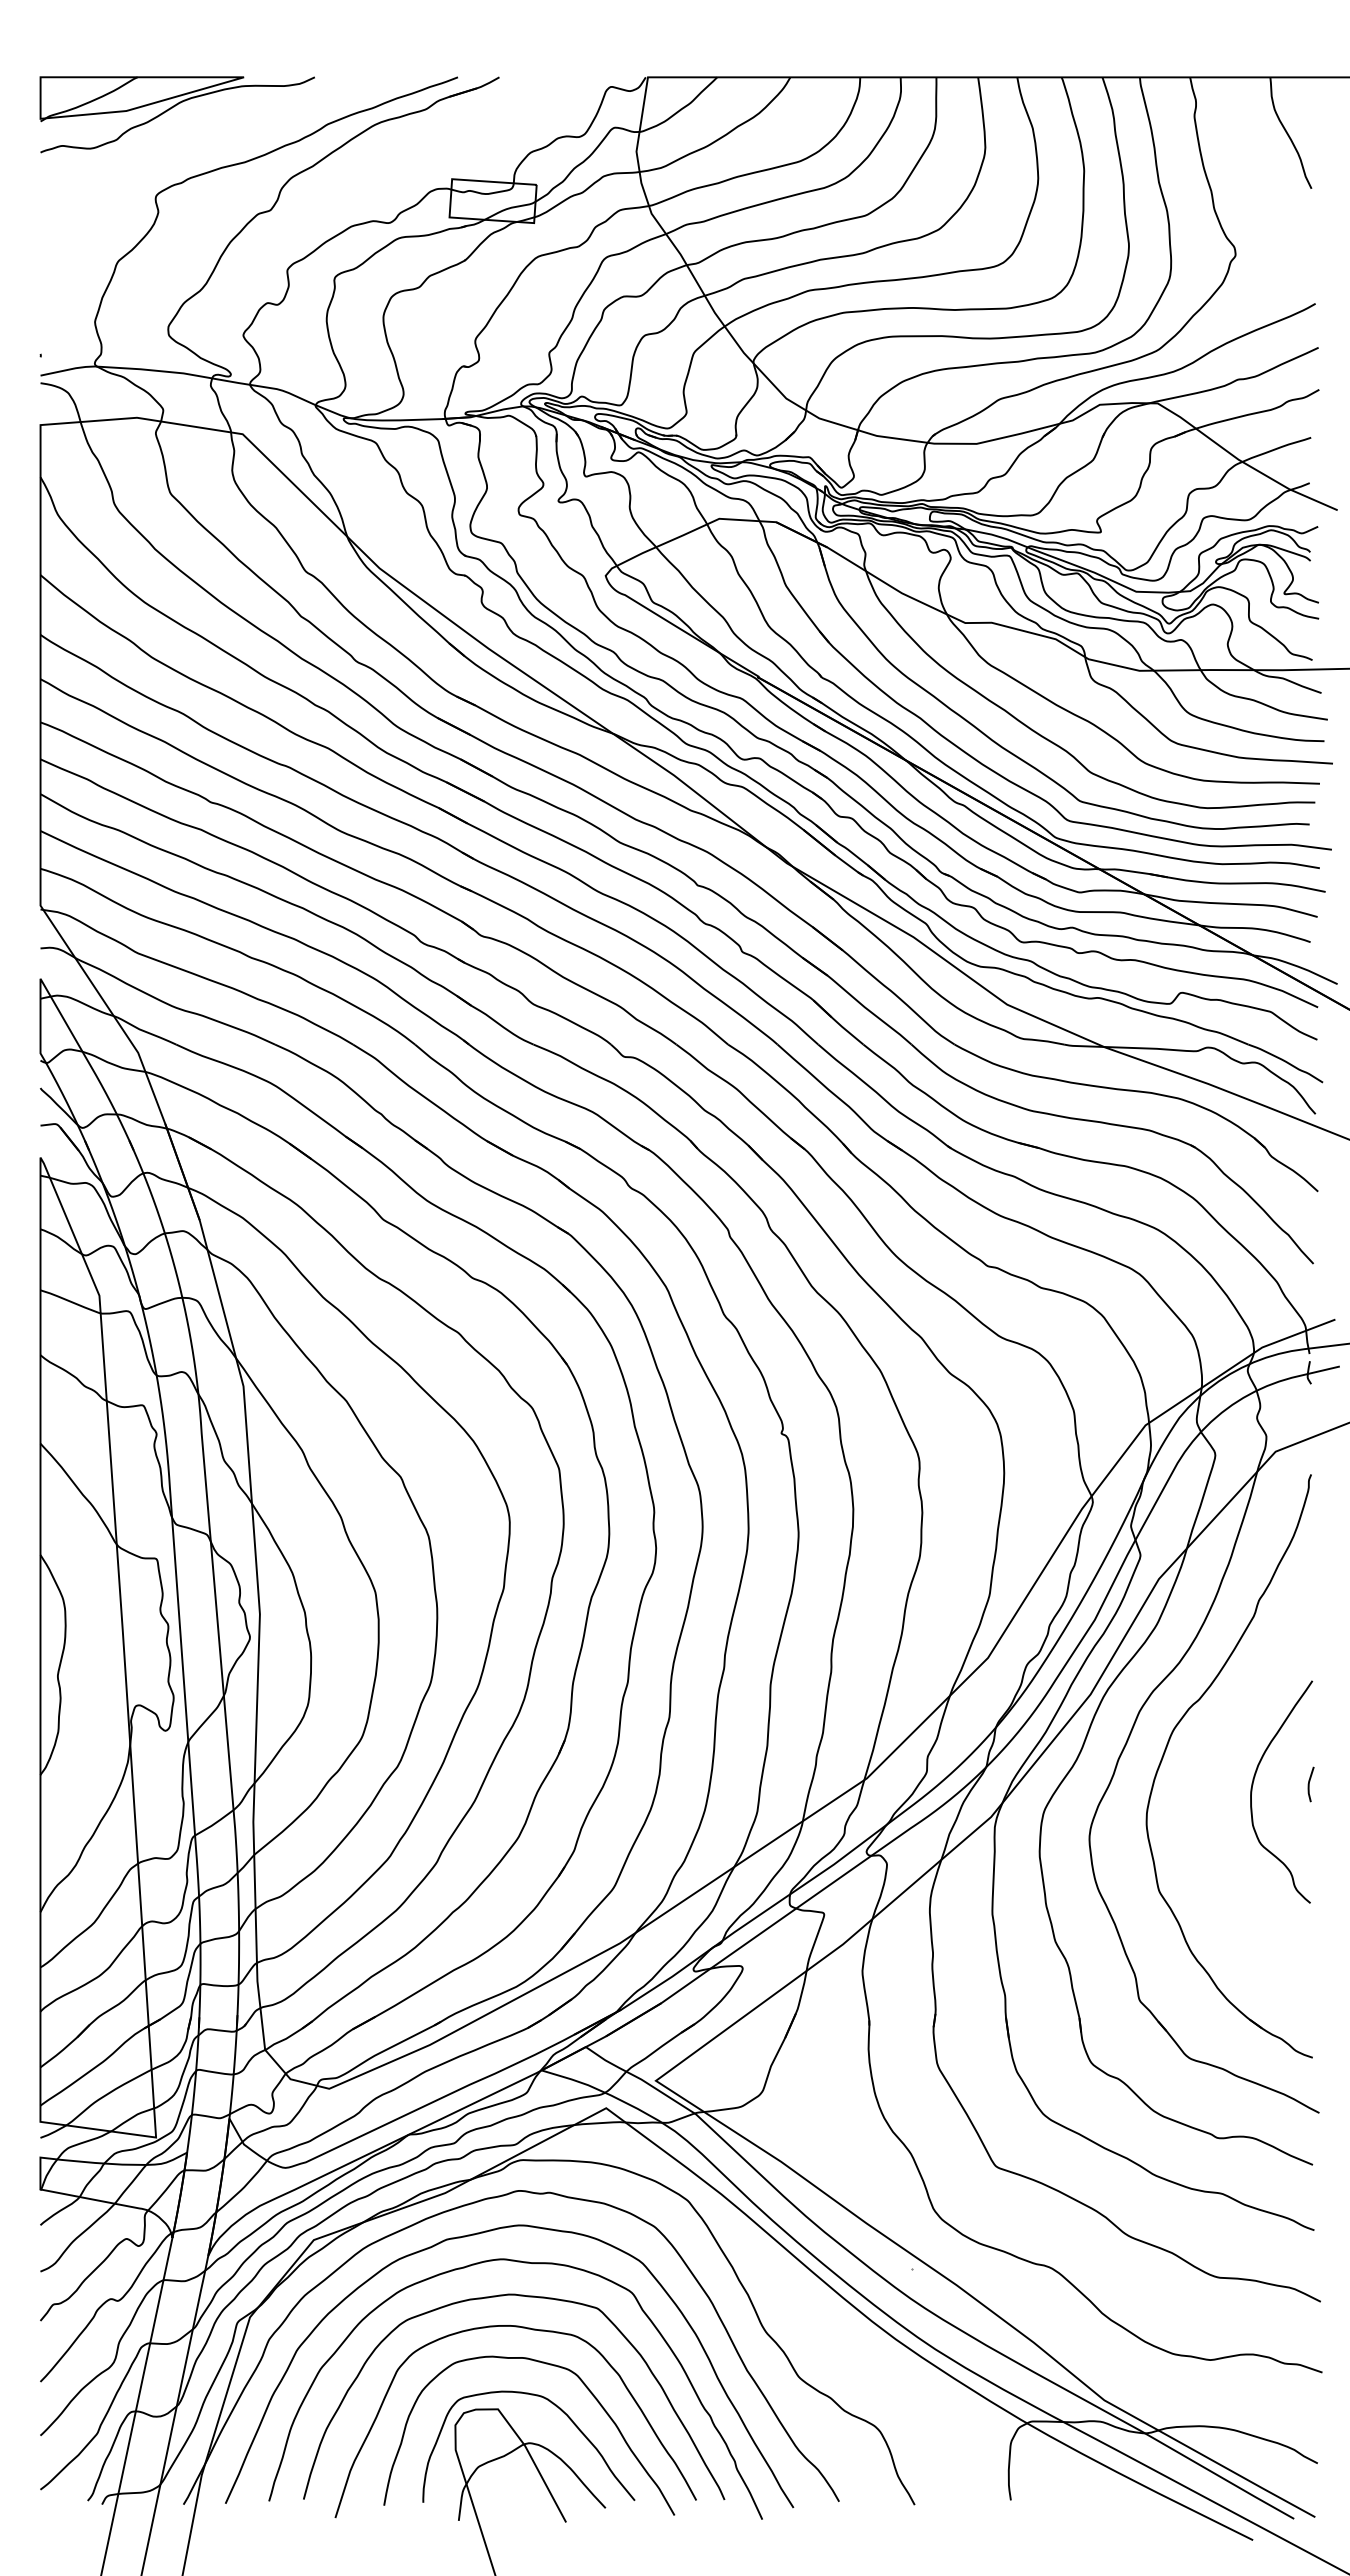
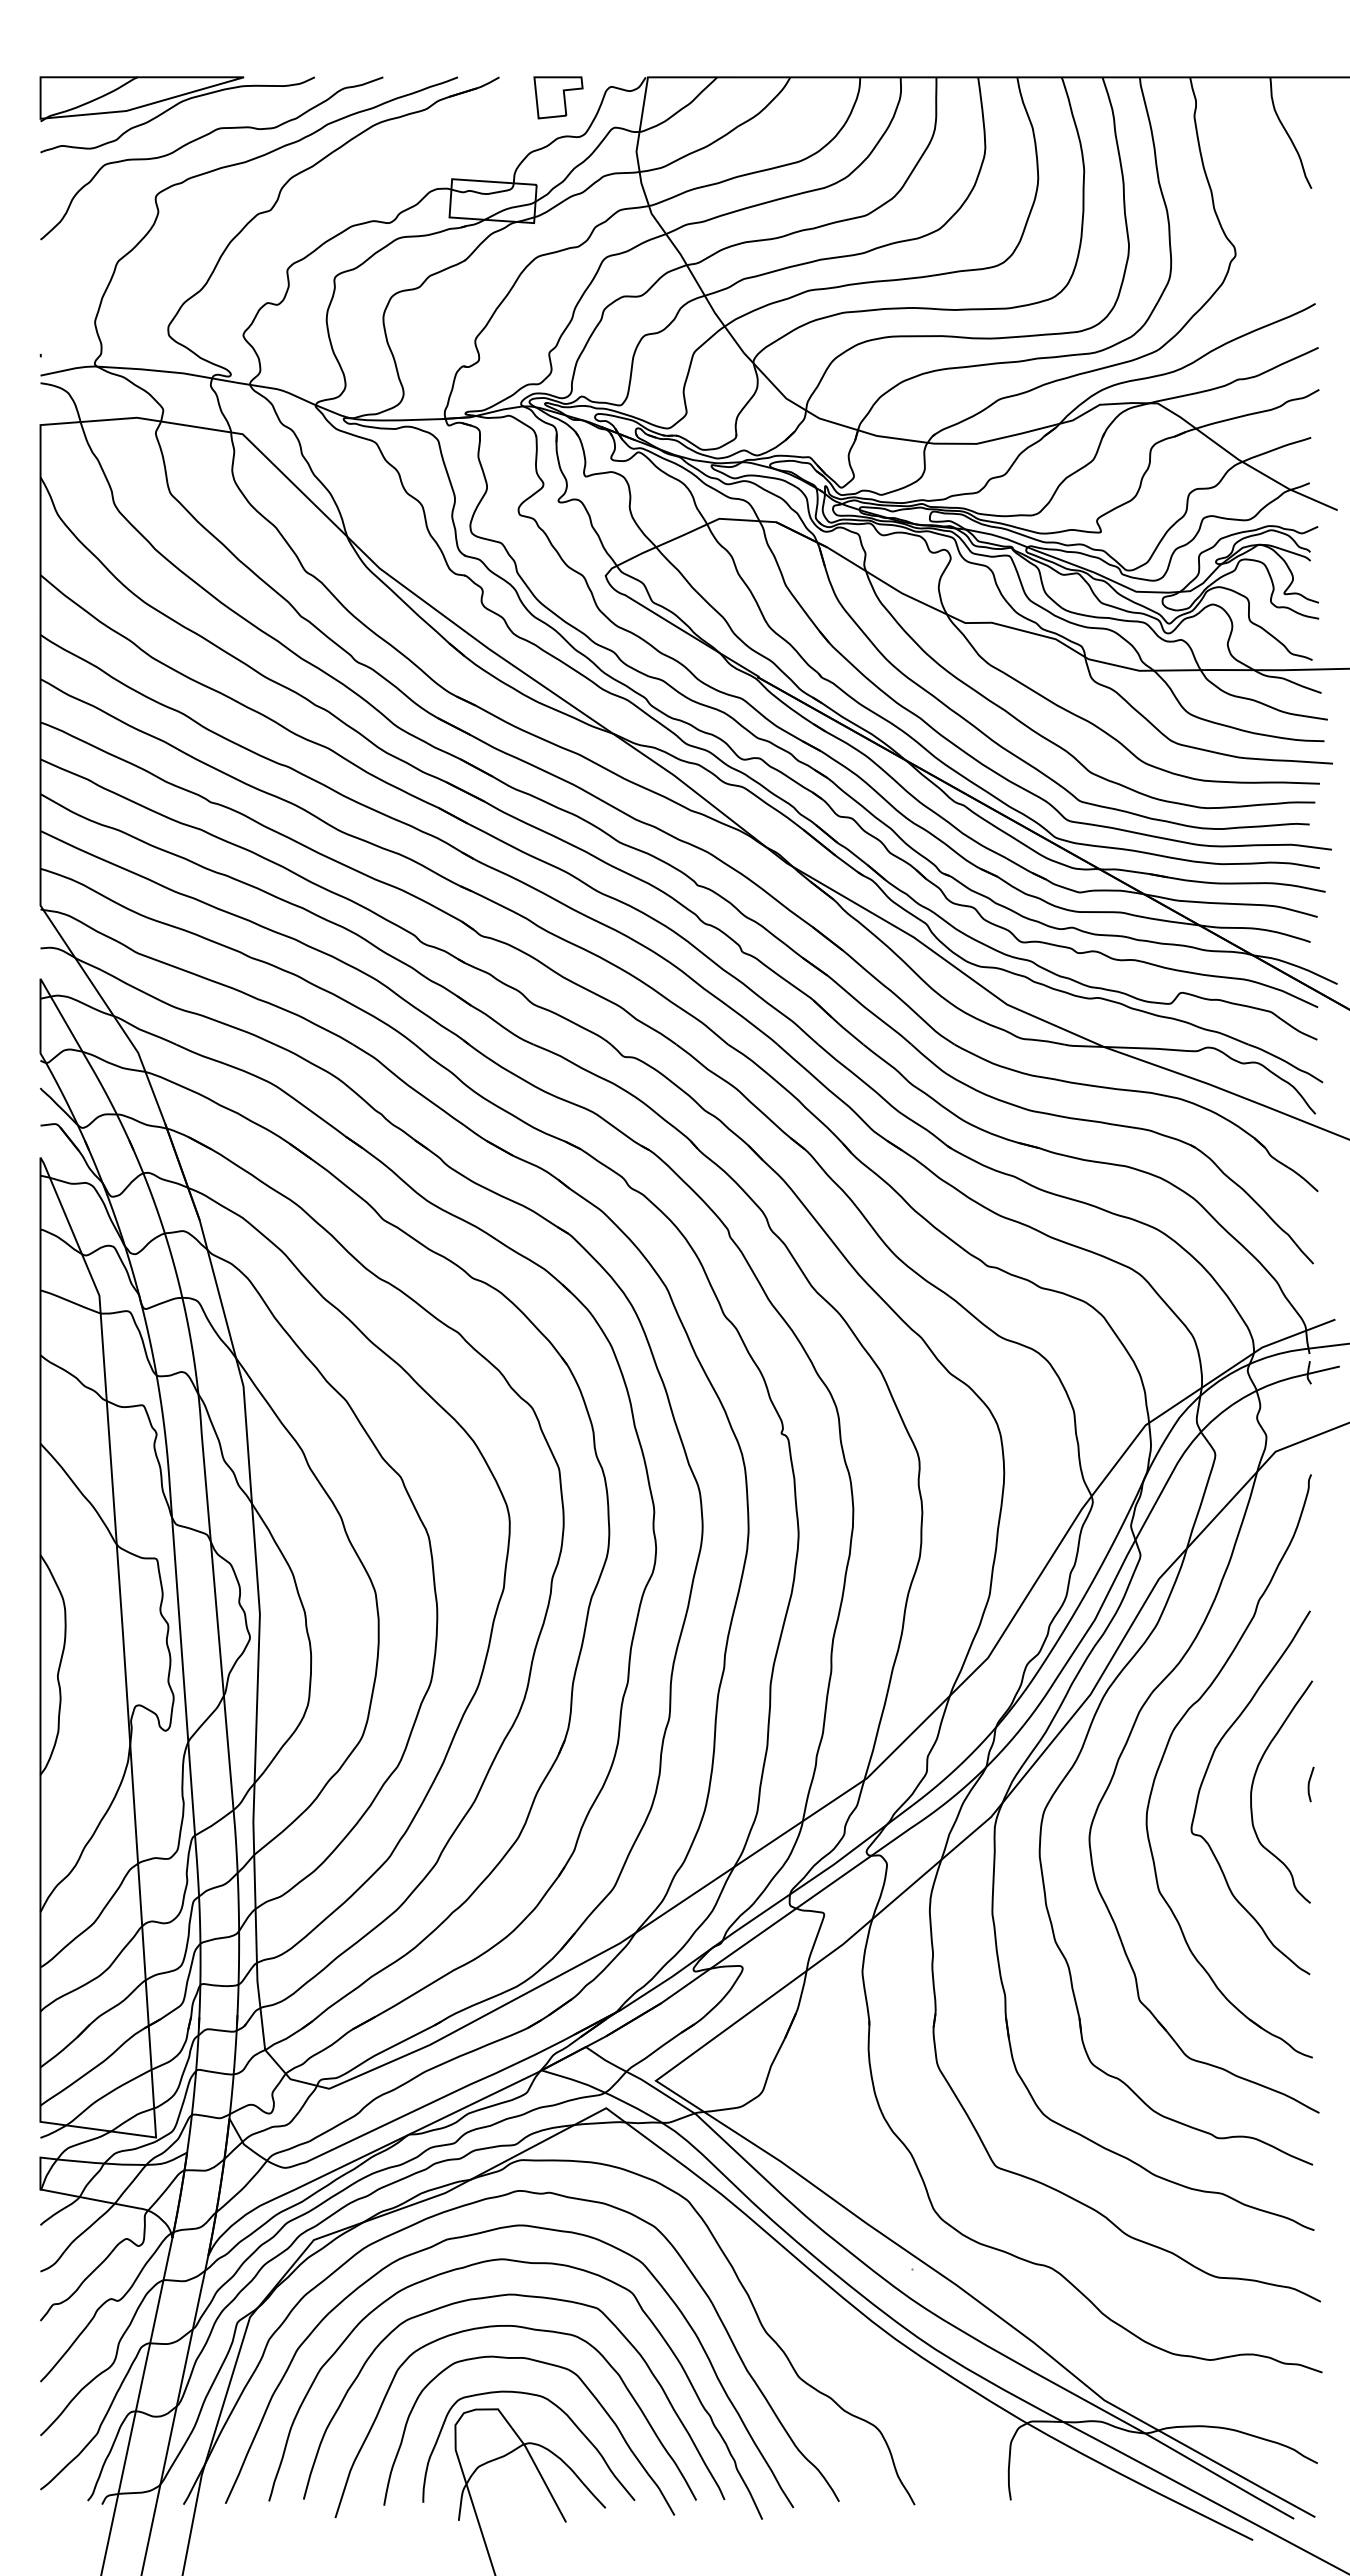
part at (558, 97): none -> present
curve at (201, 138): none -> present
curve at (1206, 1774): none -> present
